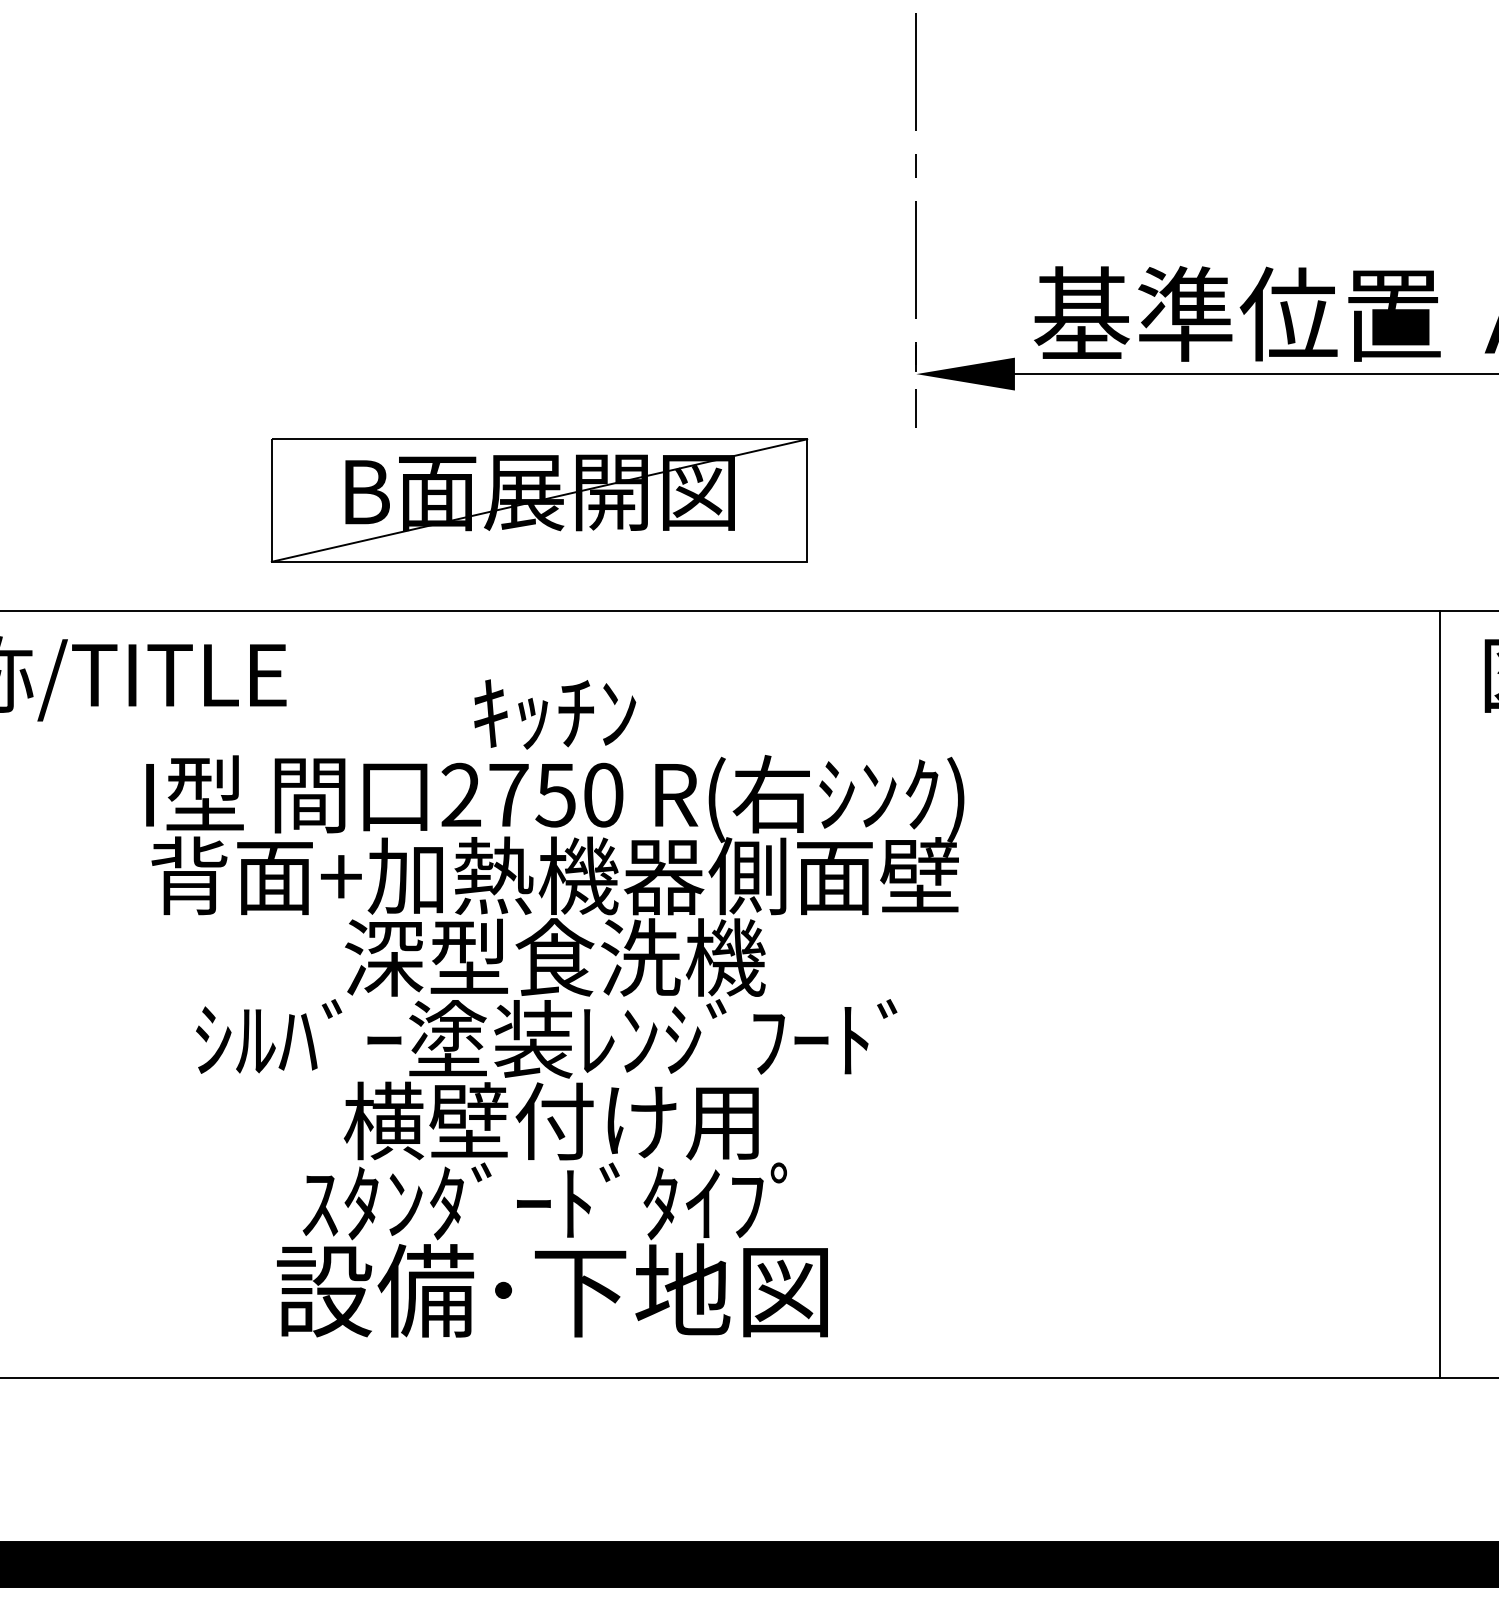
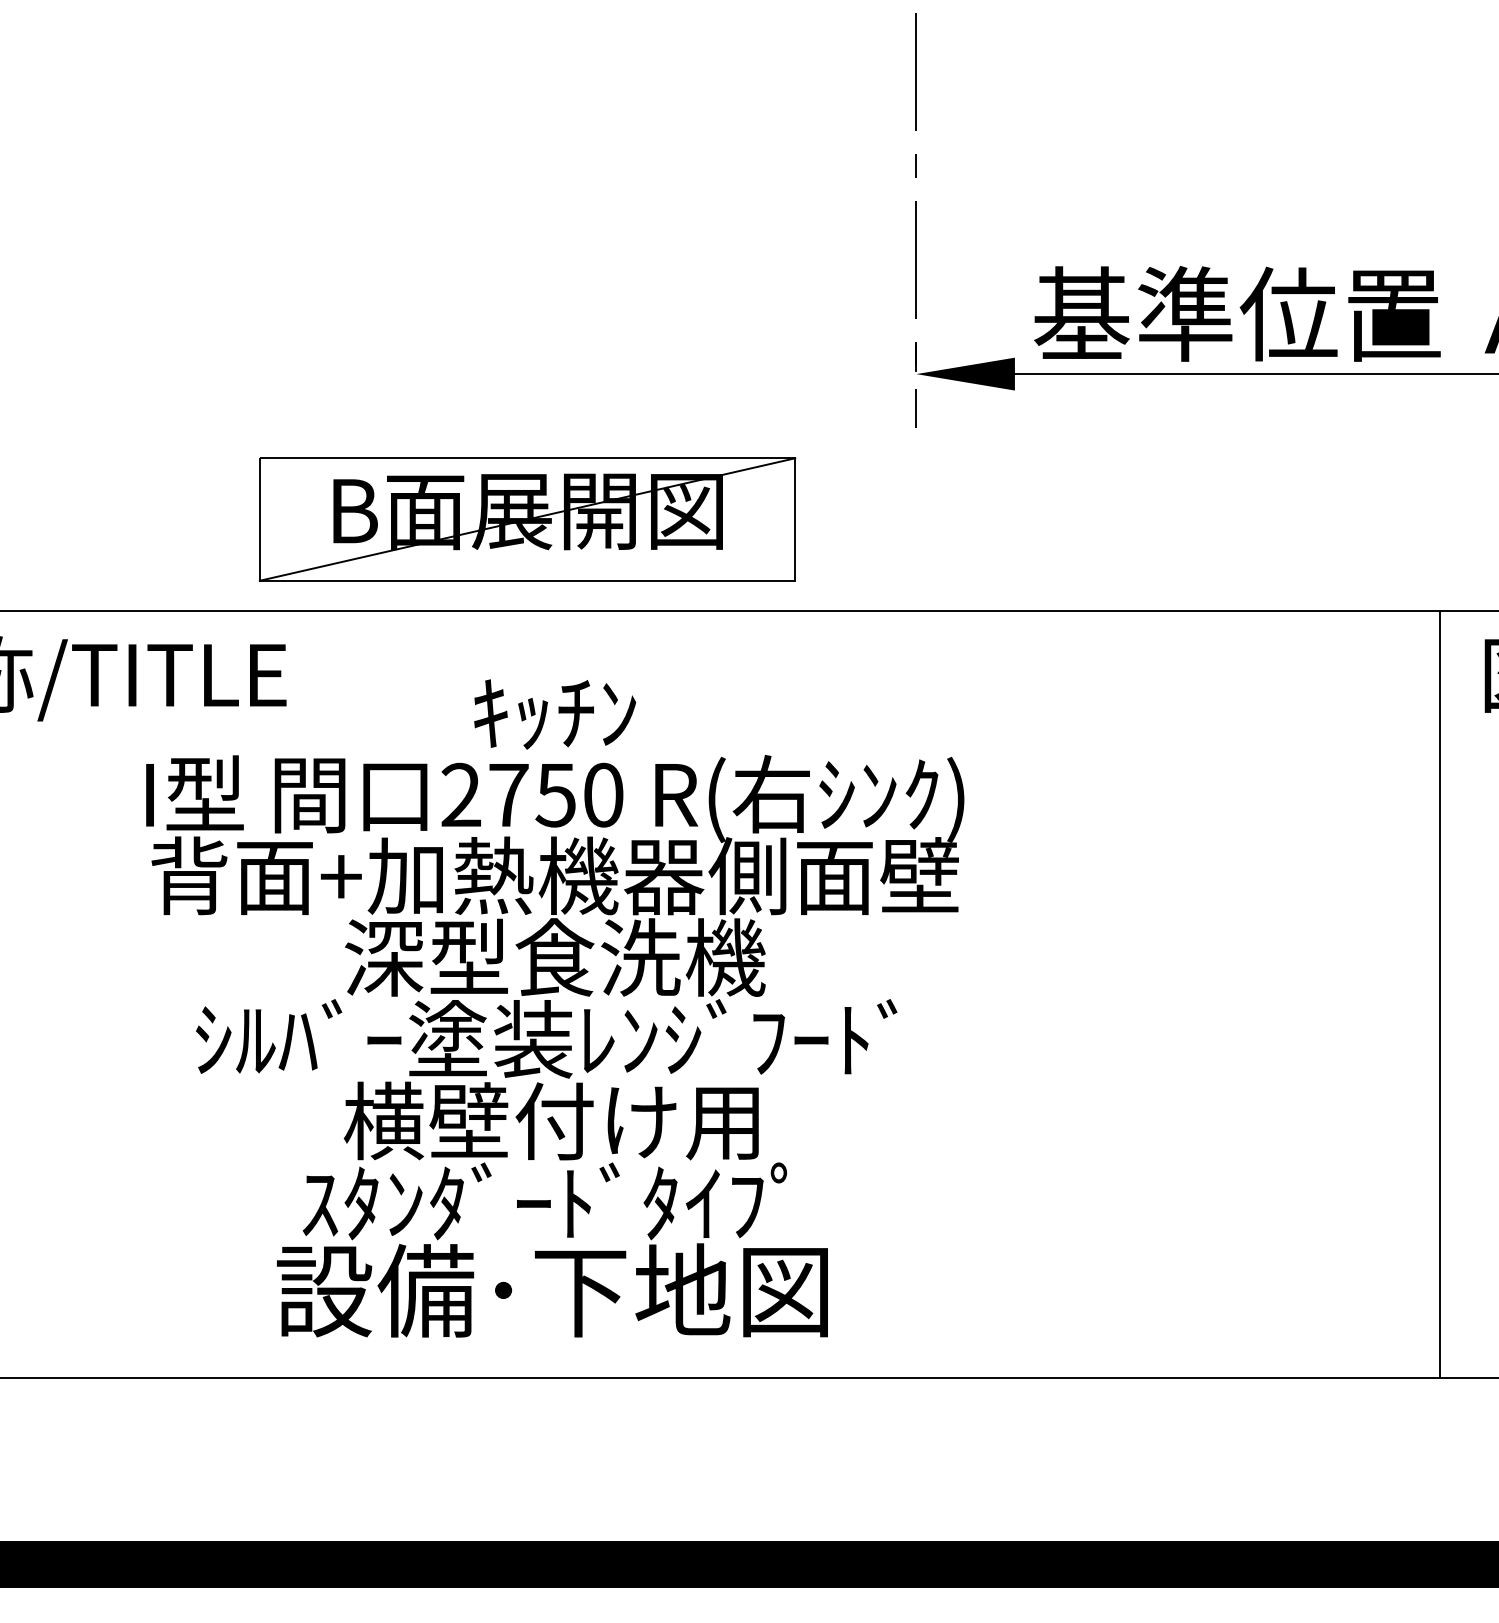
part at (539, 500) position: (539, 500) -> (527, 519)
